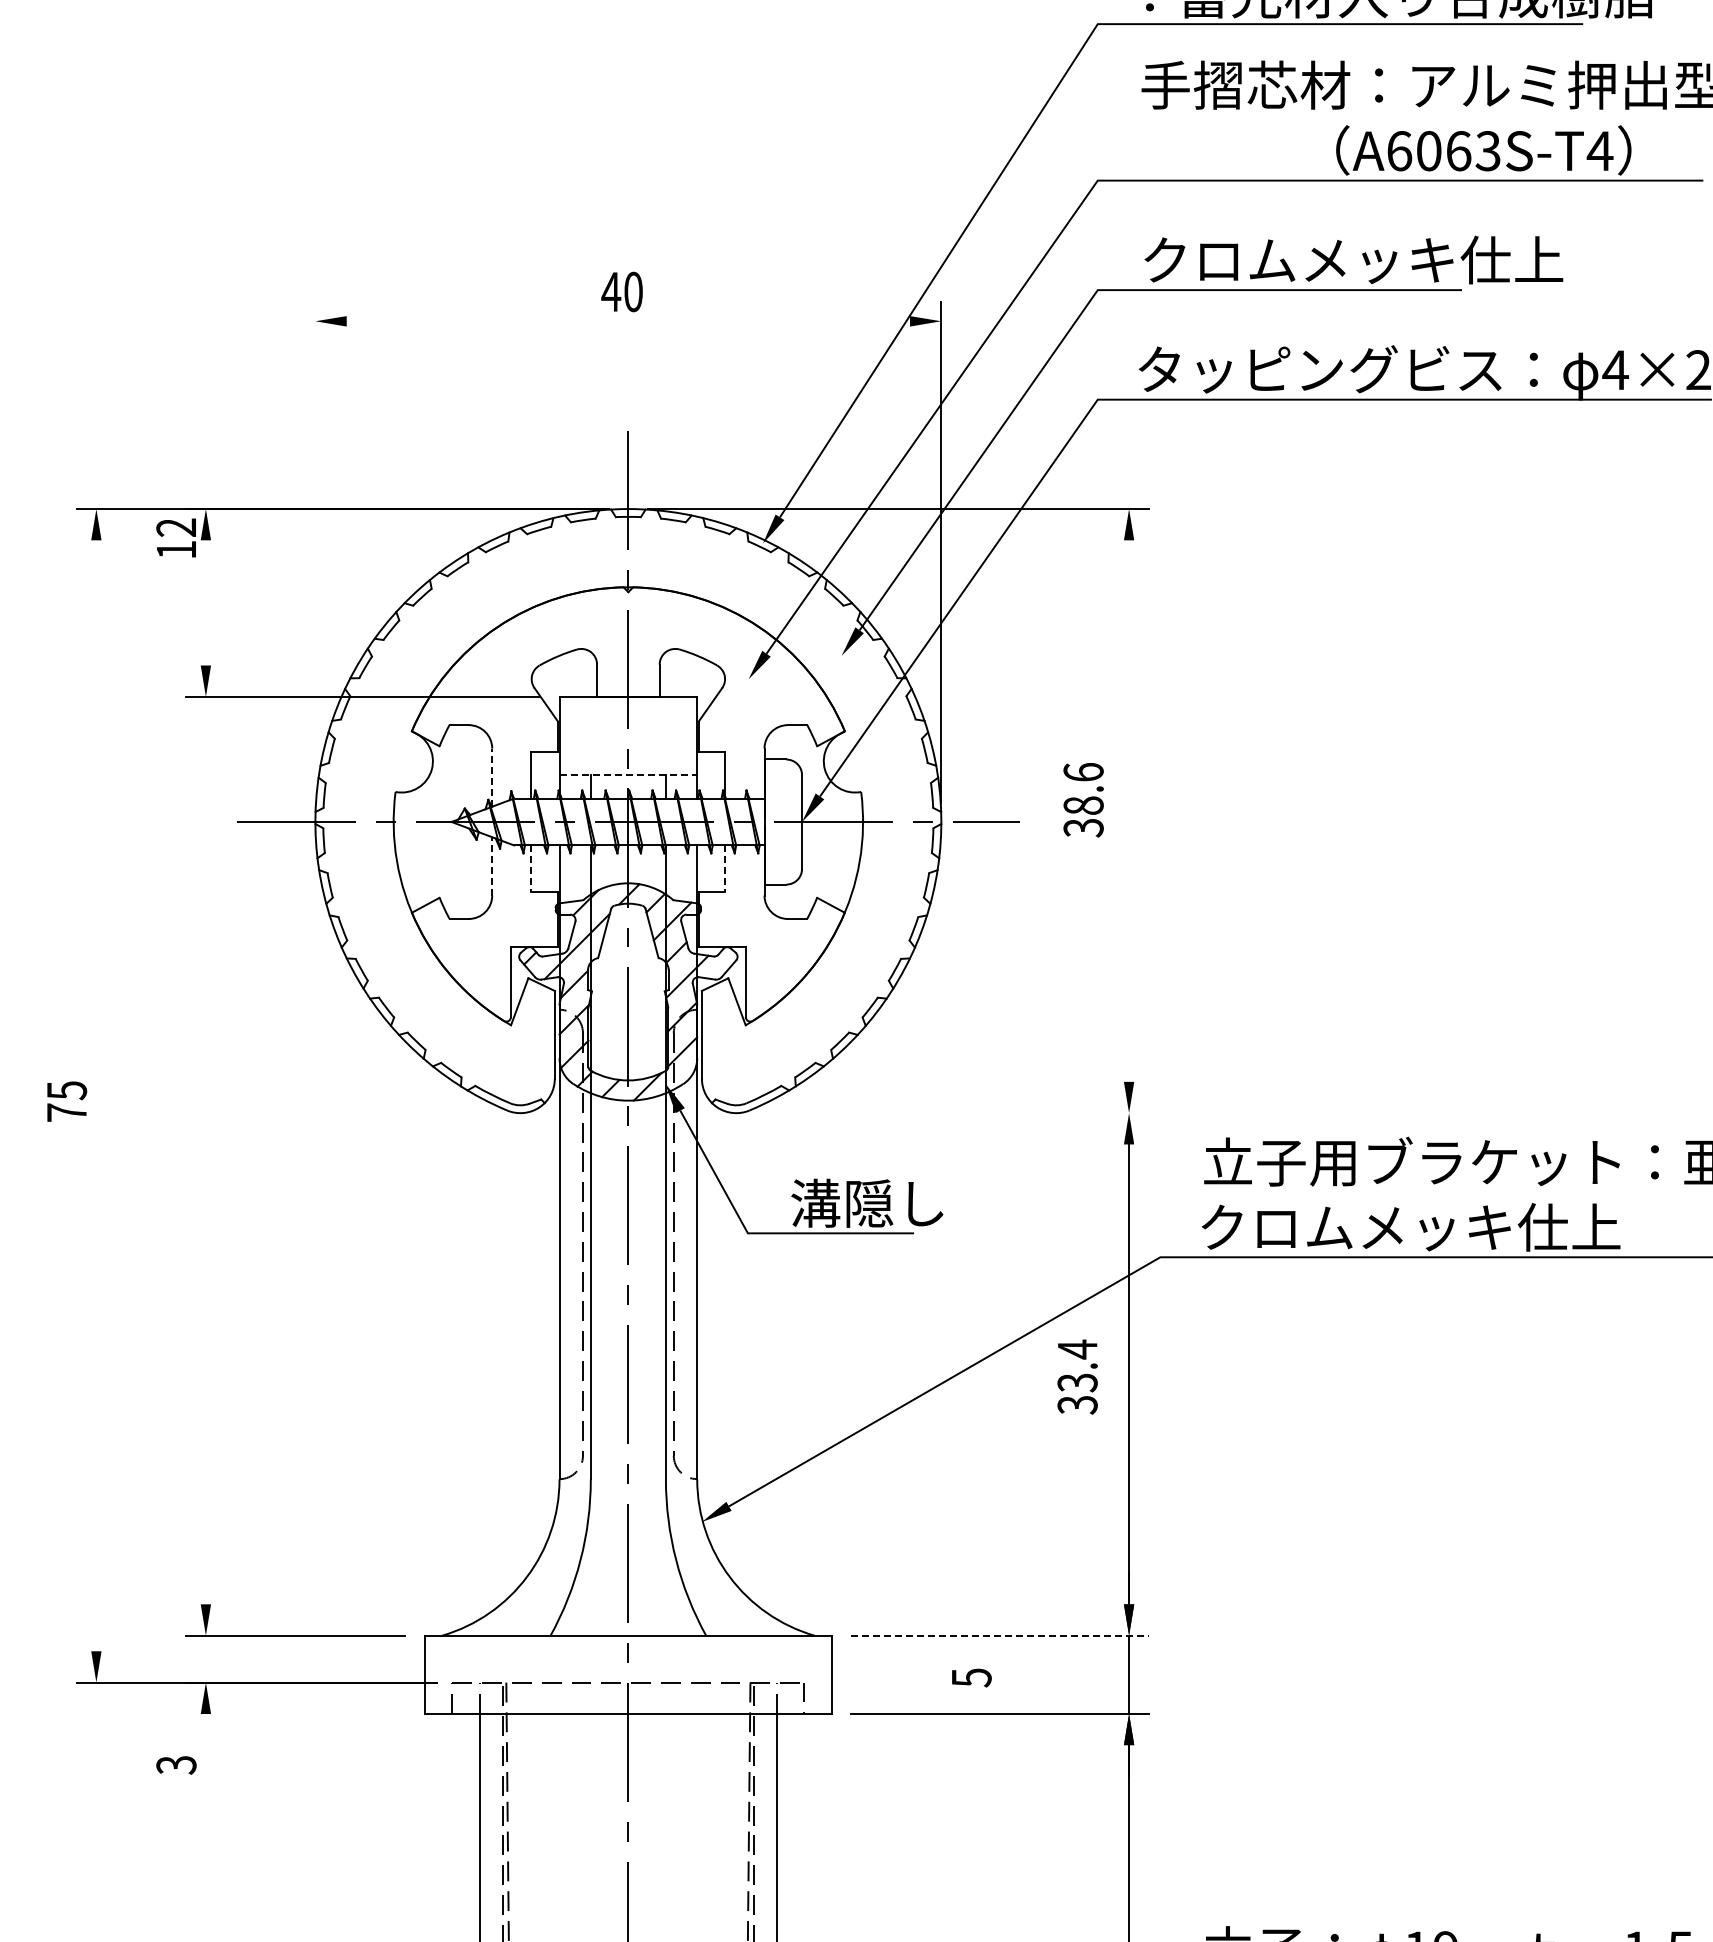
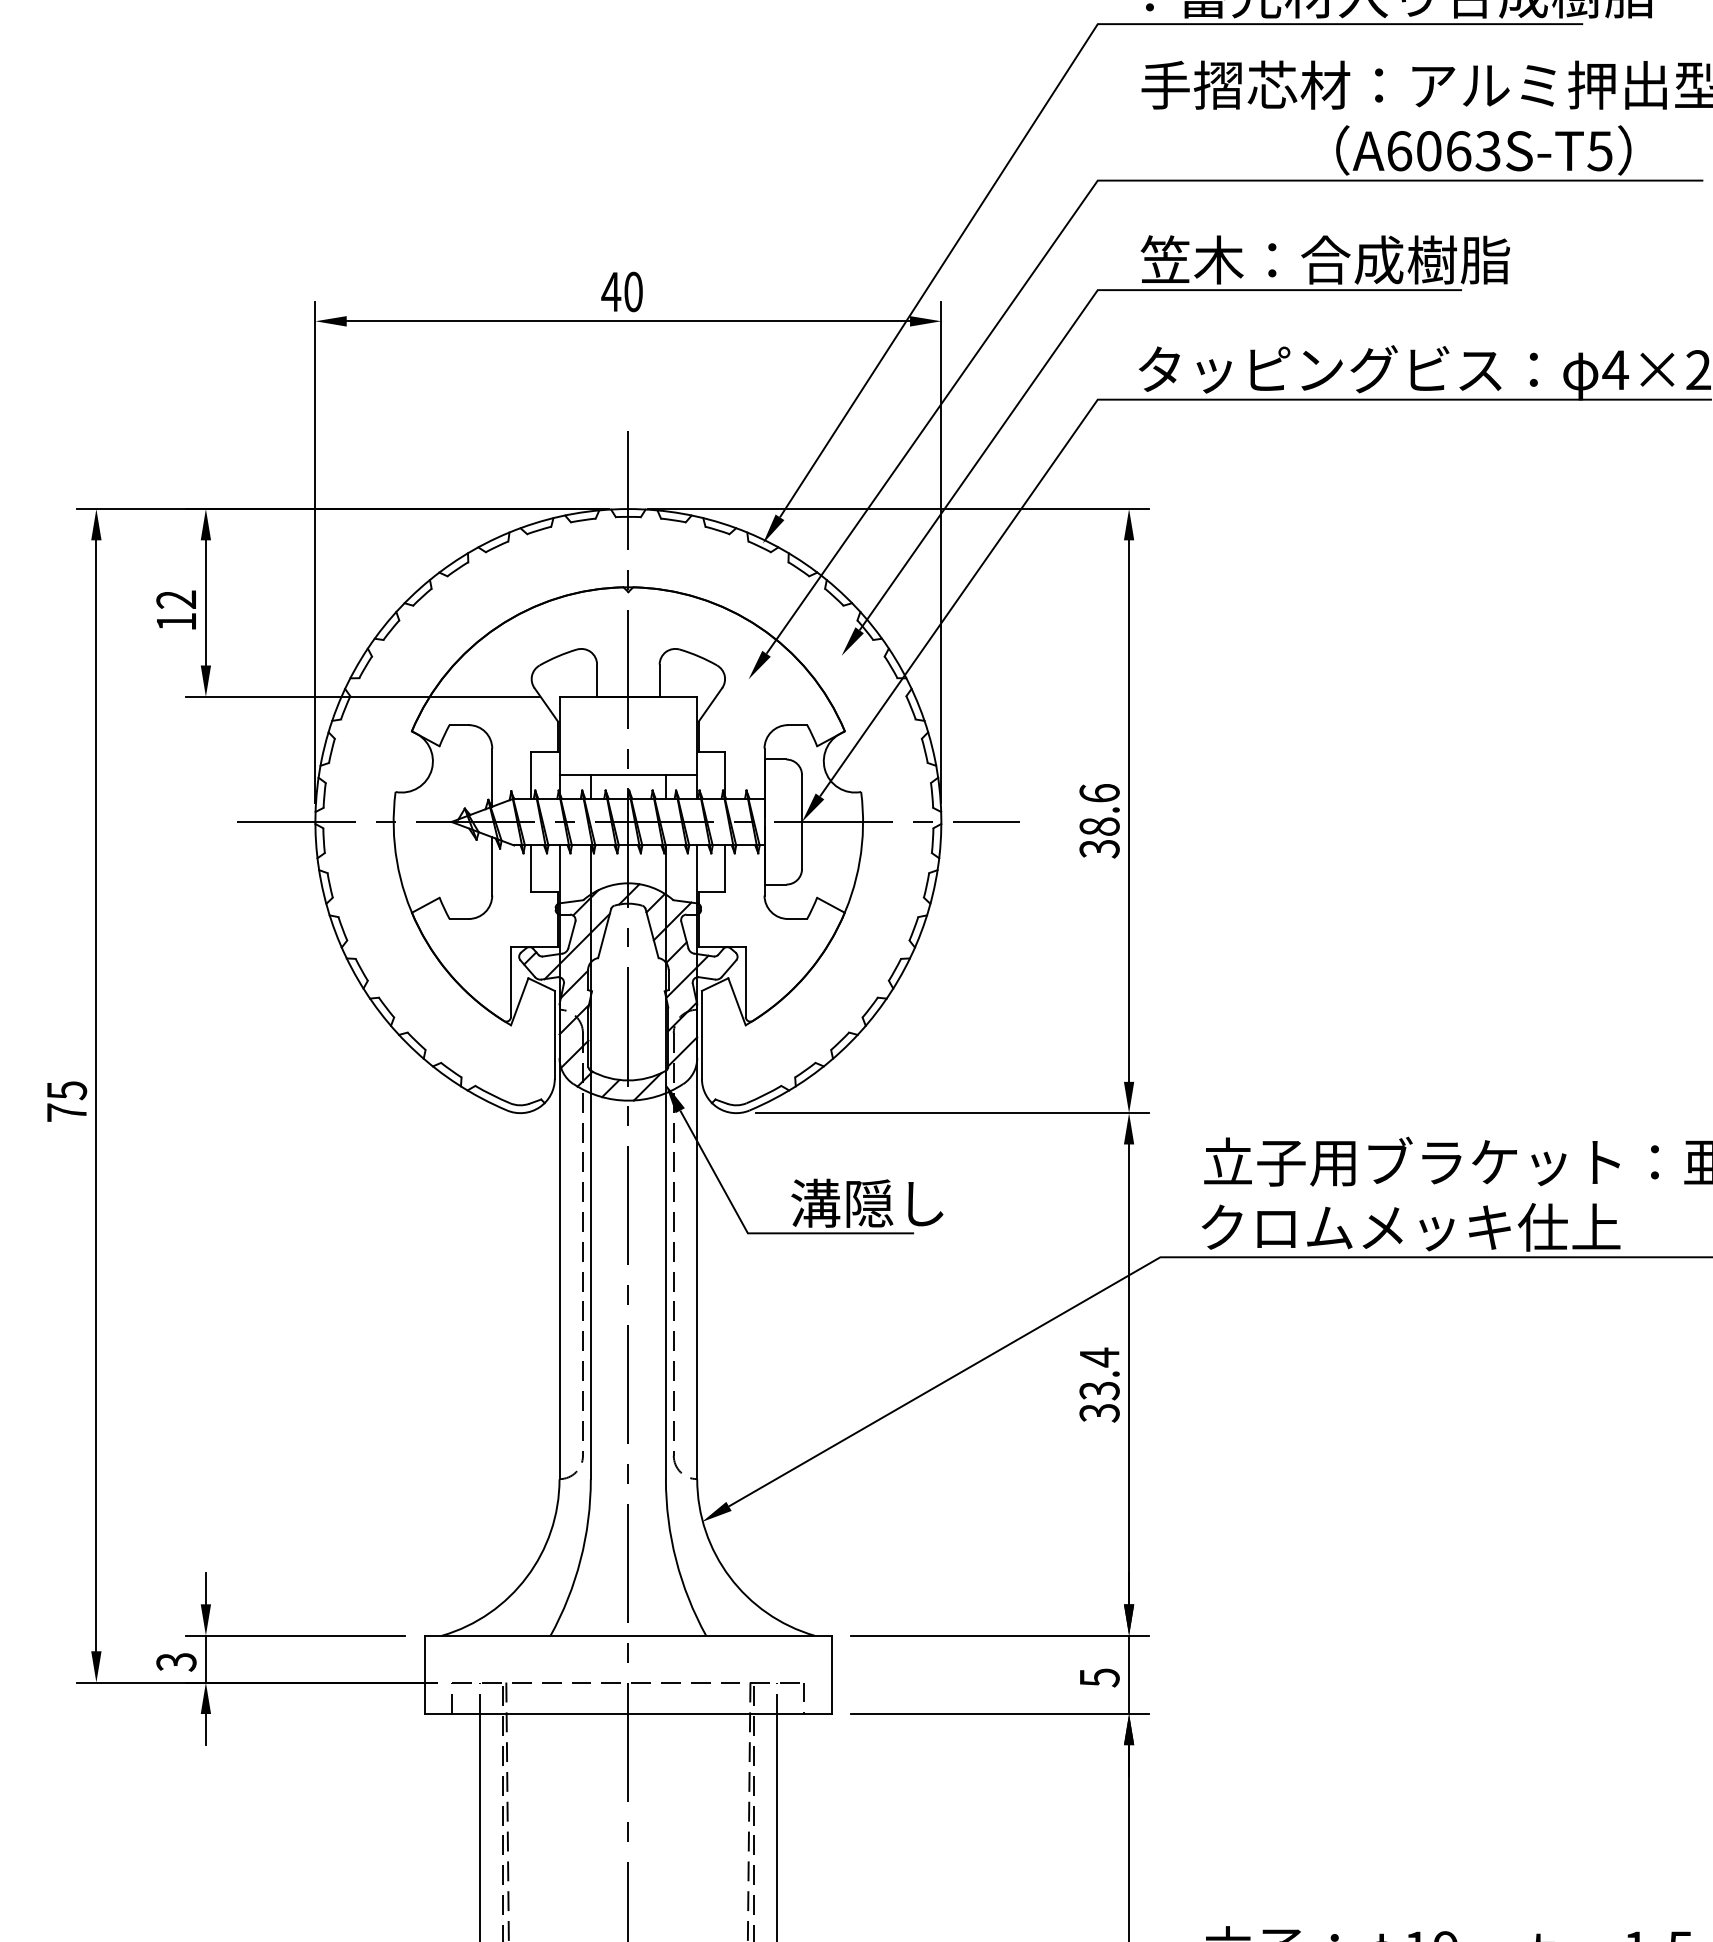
text at (1599, 151): A6063S-T4 -> A6063S-T5
text at (1351, 259): クロムメッキ仕上 -> 笠木：合成樹脂
line at (628, 321): none -> present
text at (175, 537) position: (175, 537) -> (175, 609)
line at (315, 551): none -> present
line at (205, 602): none -> present
line at (628, 775): dashed -> solid
line at (492, 777): dashed -> solid
text at (1083, 800) position: (1083, 800) -> (1099, 821)
line at (1129, 810): none -> present
line at (492, 865): dashed -> solid
line at (531, 869): dashed -> solid
line at (725, 869): dashed -> solid
line at (96, 1095): none -> present
line at (951, 1113): none -> present
text at (1077, 1376) position: (1077, 1376) -> (1099, 1384)
line at (205, 1588): none -> present
line at (999, 1635): dashed -> solid
line at (205, 1658): none -> present
text at (971, 1677) position: (971, 1677) -> (1099, 1677)
line at (205, 1729): none -> present
text at (176, 1765) position: (176, 1765) -> (176, 1662)
